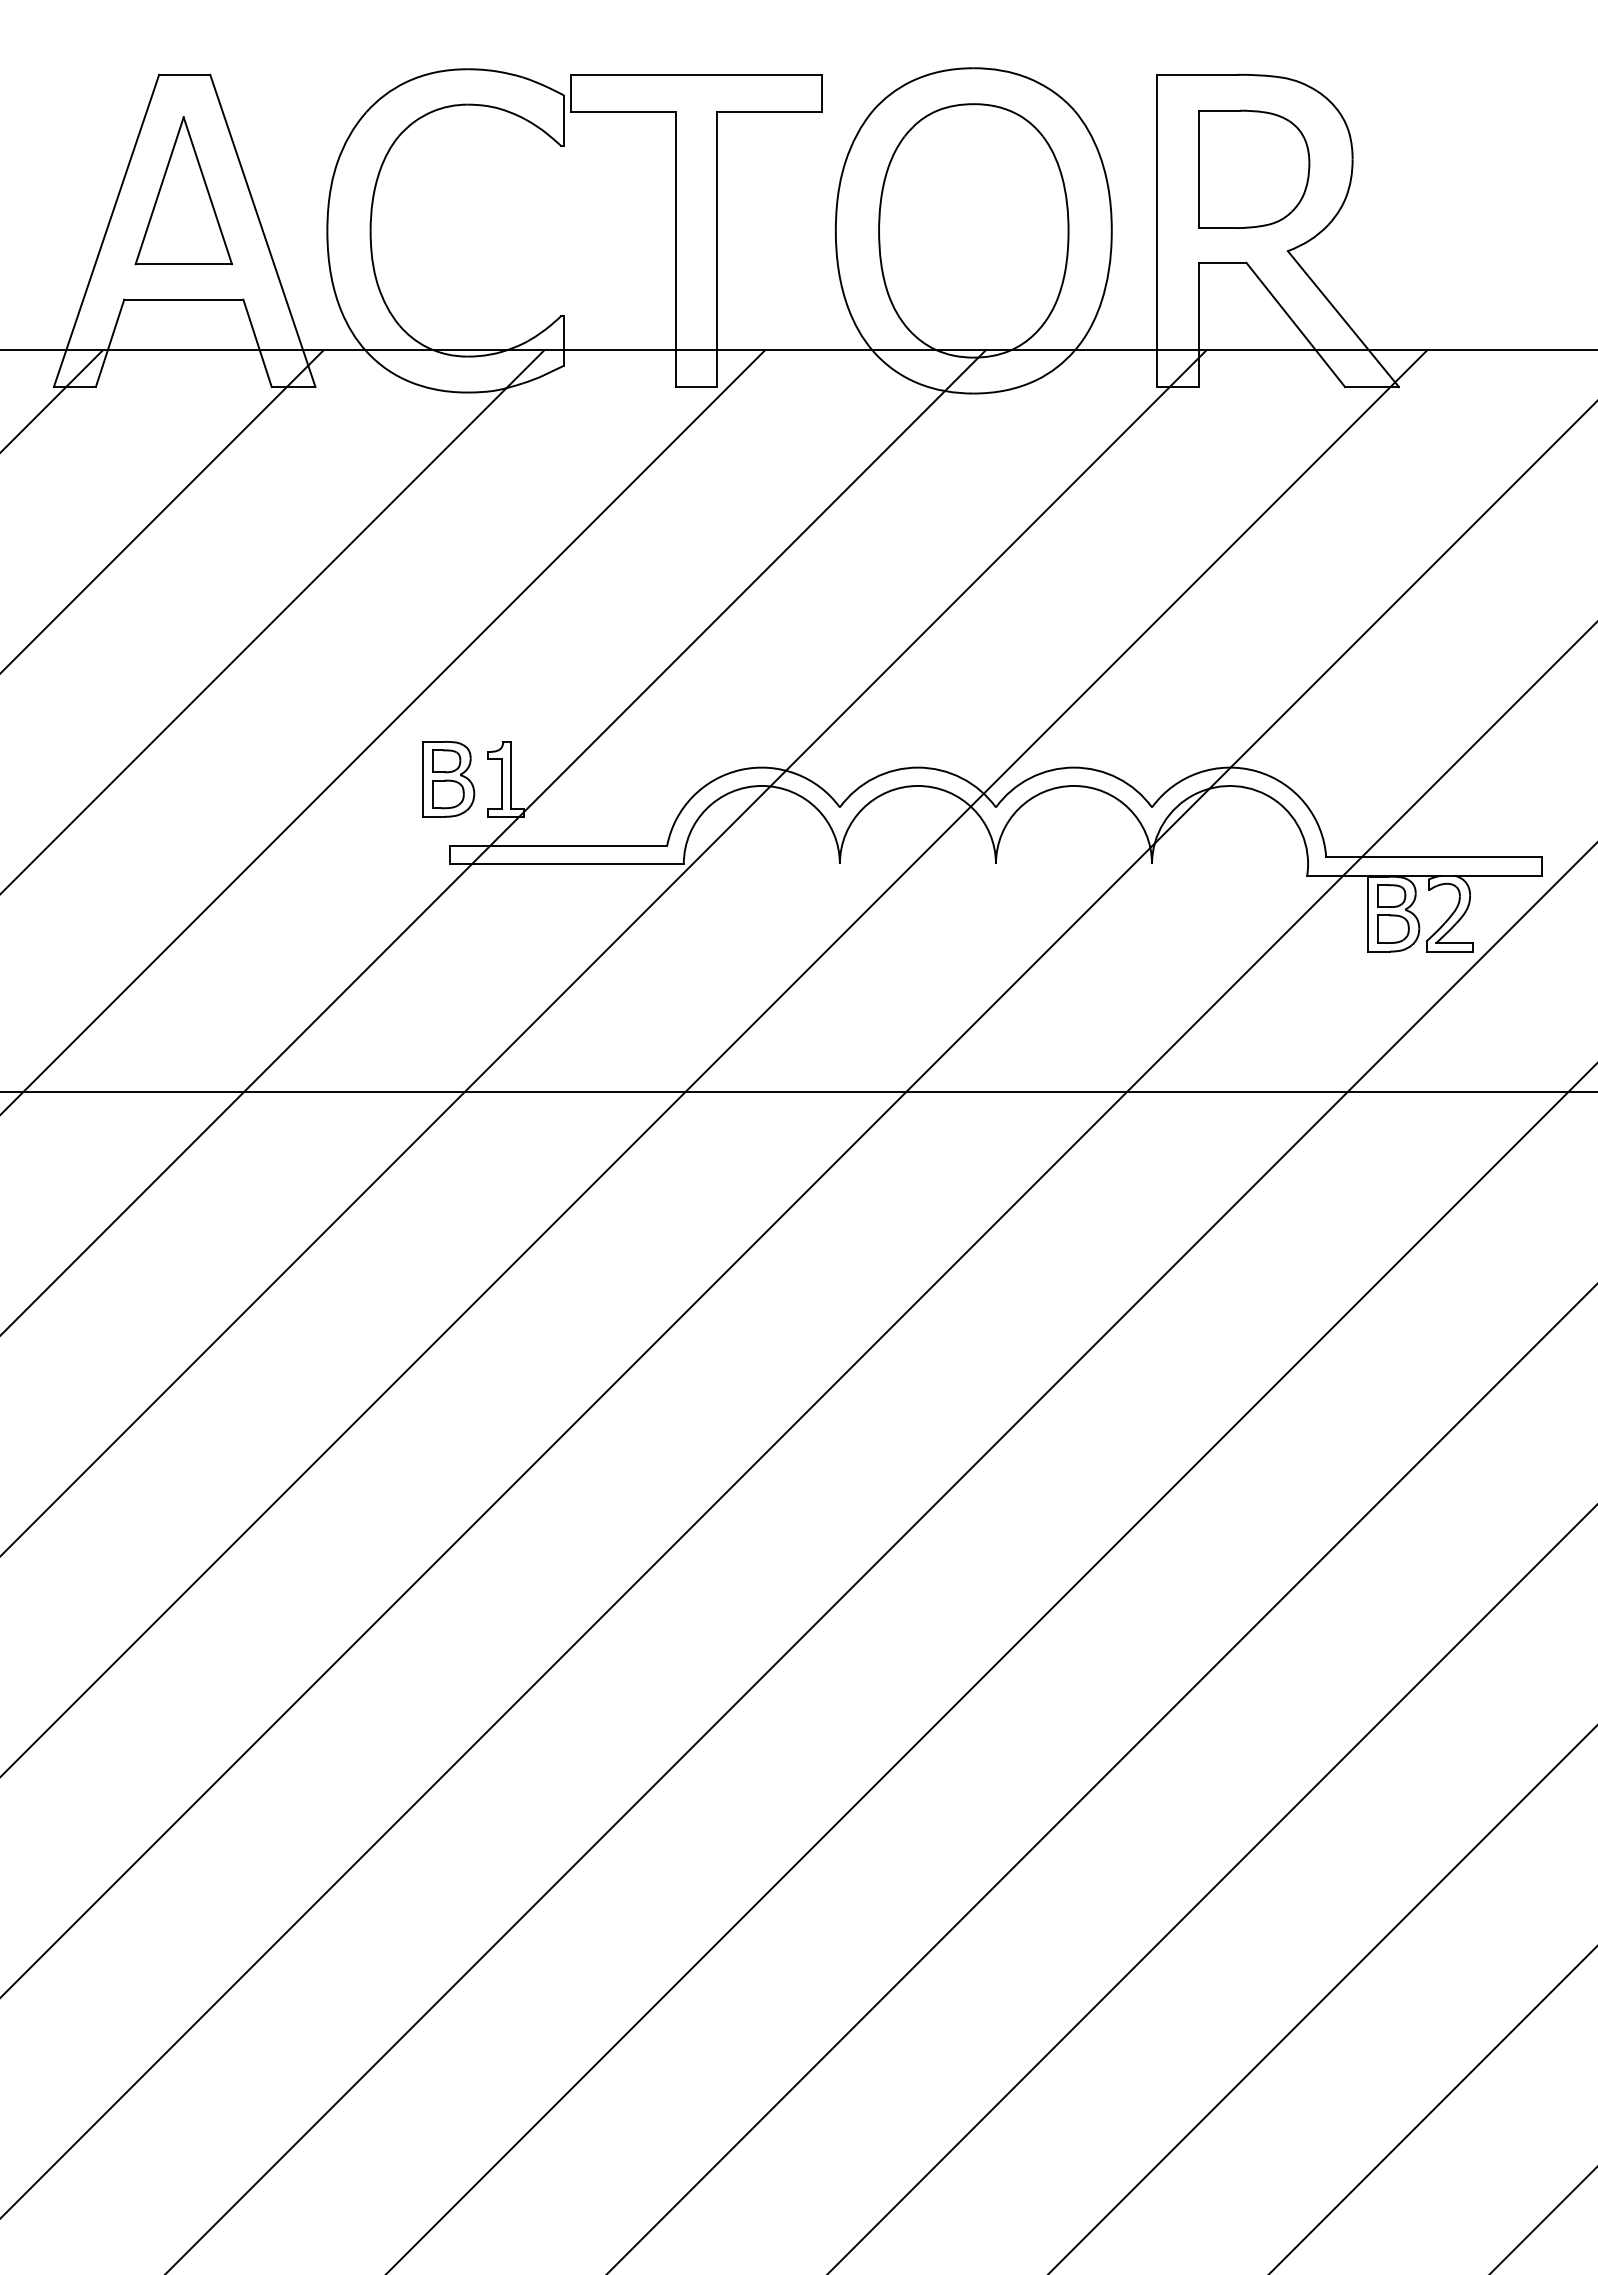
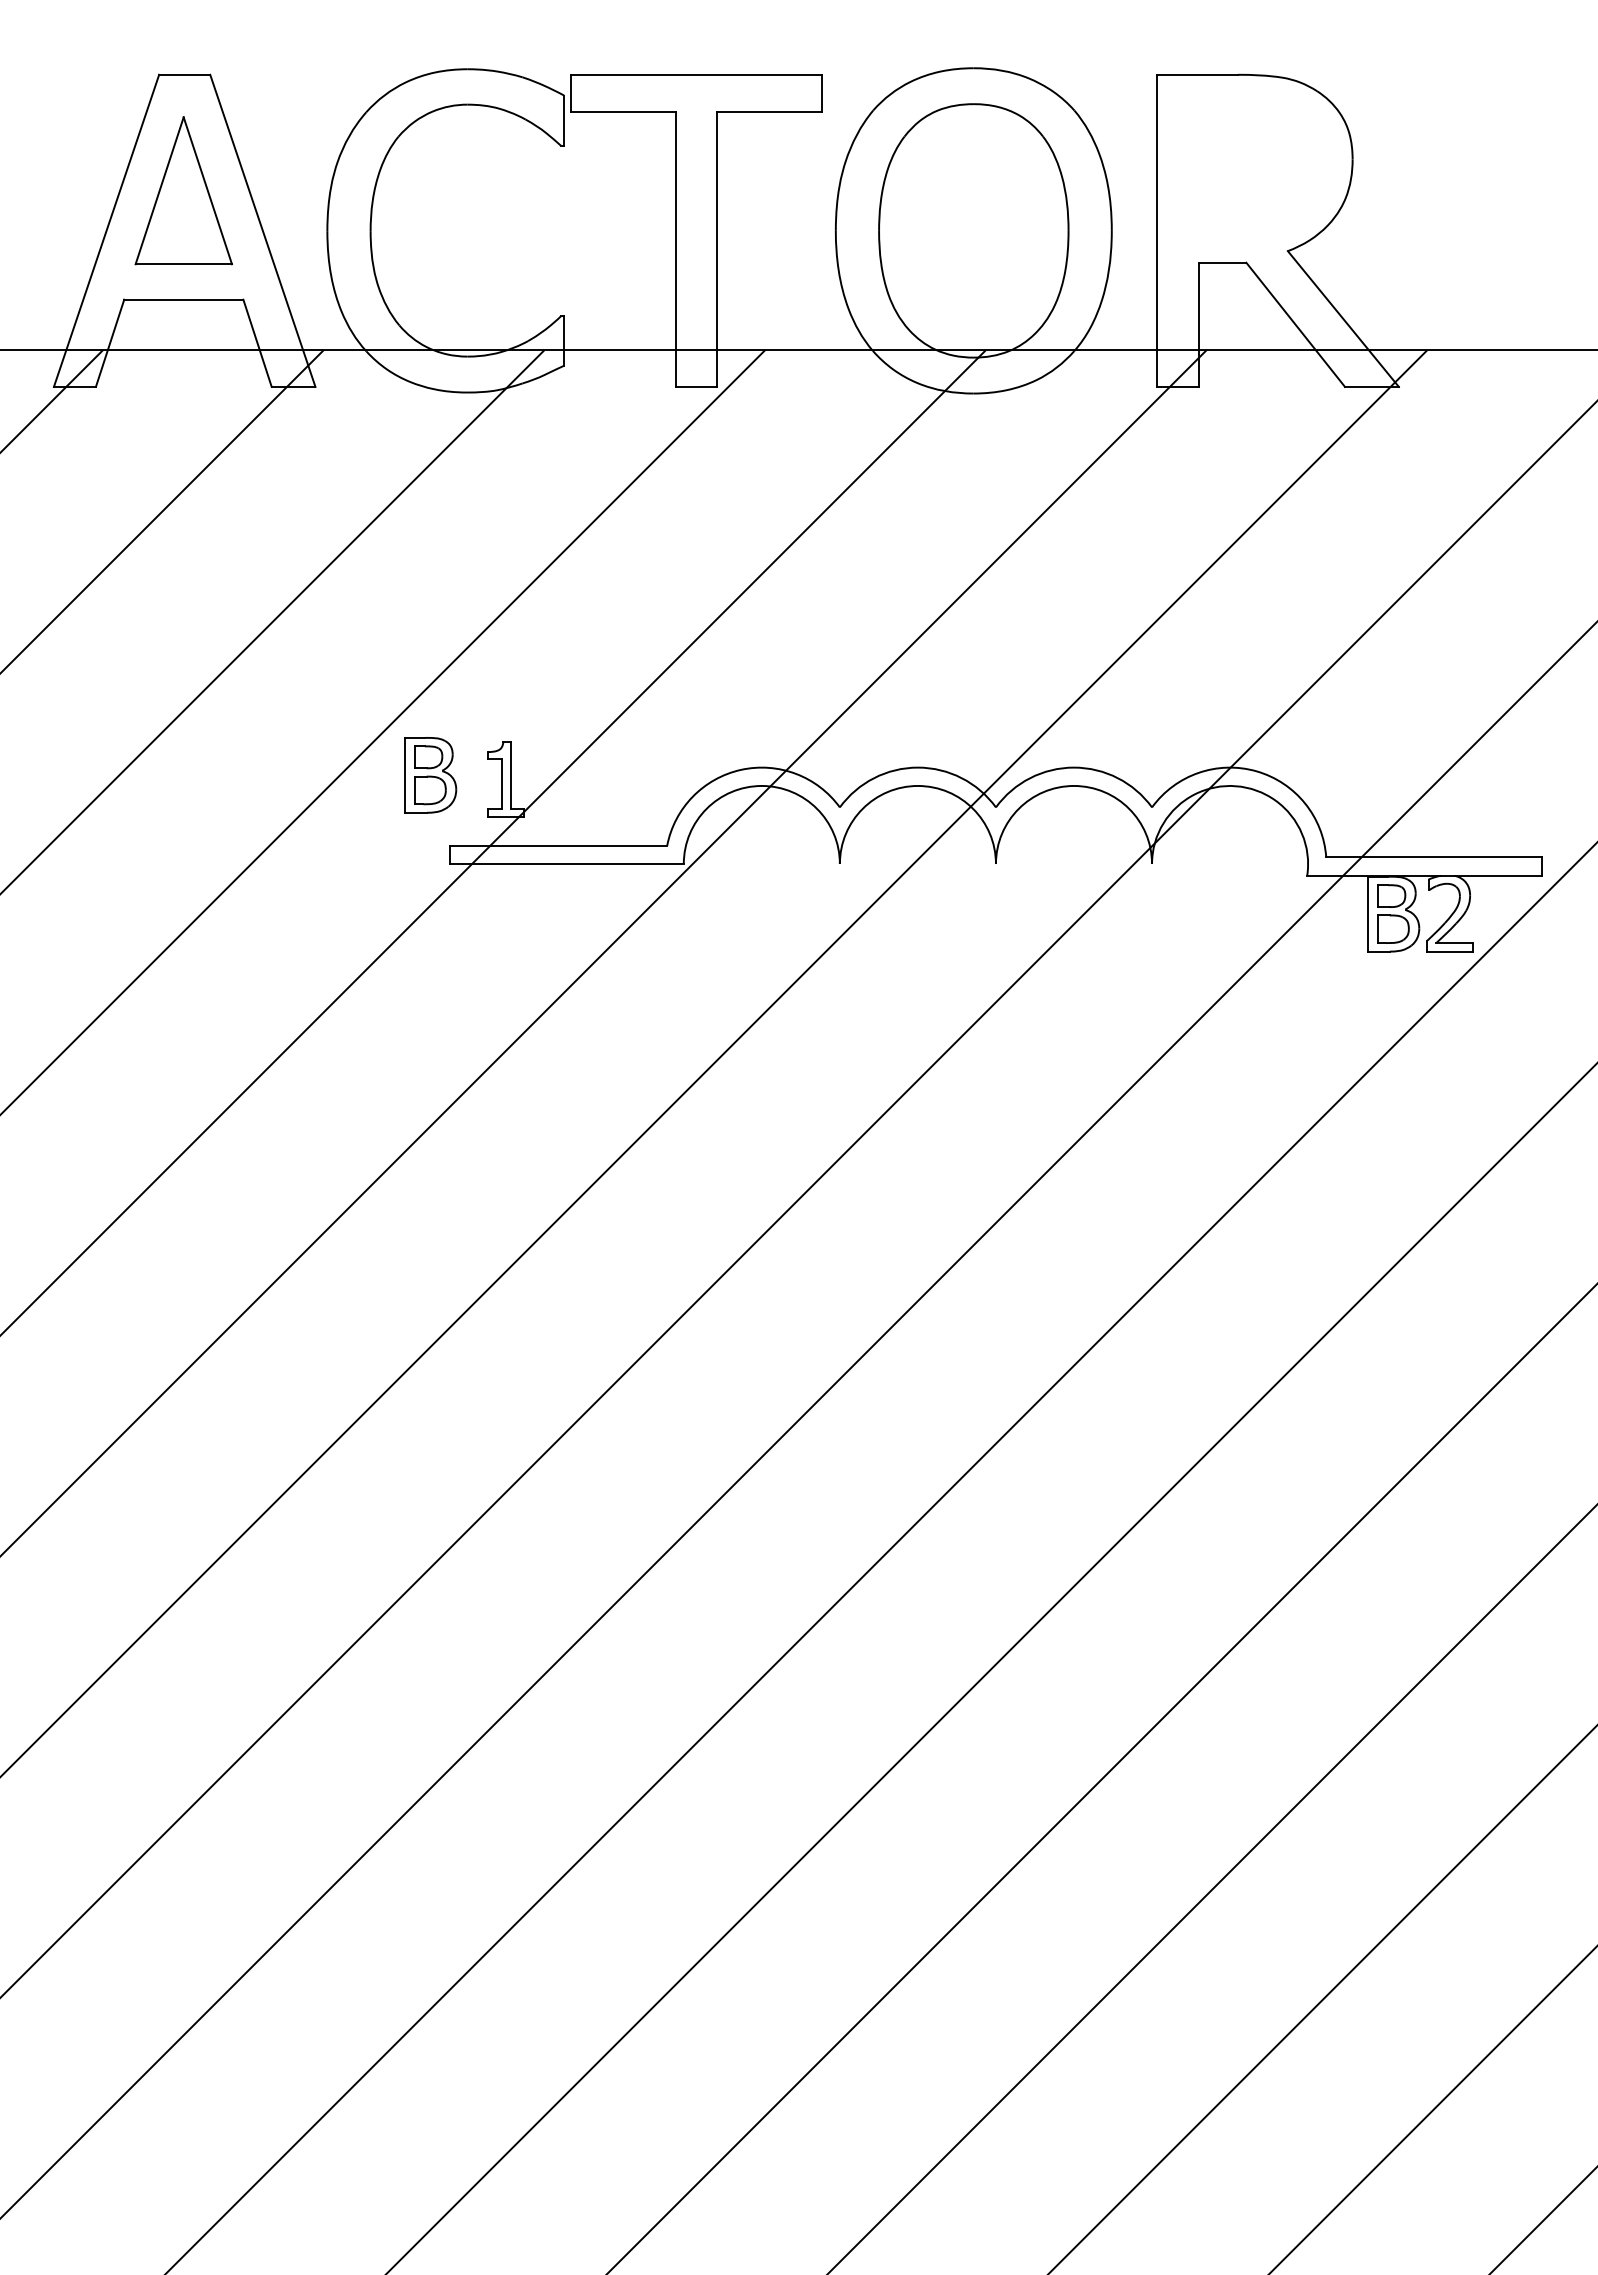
part at (1254, 168): present -> none
part at (448, 779) position: (448, 779) -> (430, 775)
line at (798, 1091): present -> none
